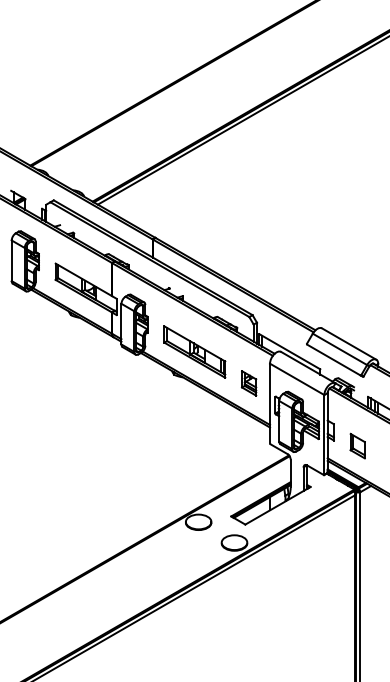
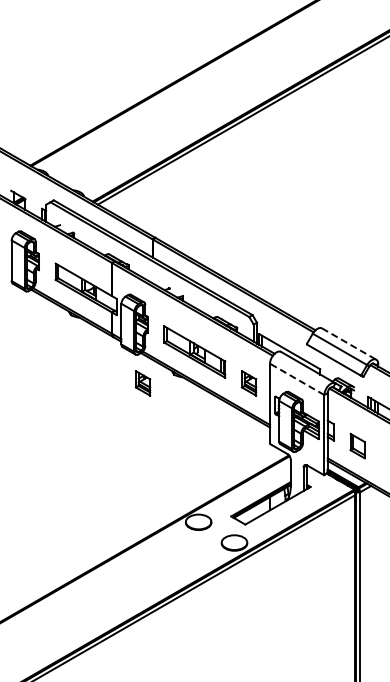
line at (349, 344): solid -> dashed
line at (296, 379): solid -> dashed
part at (143, 383): none -> present
